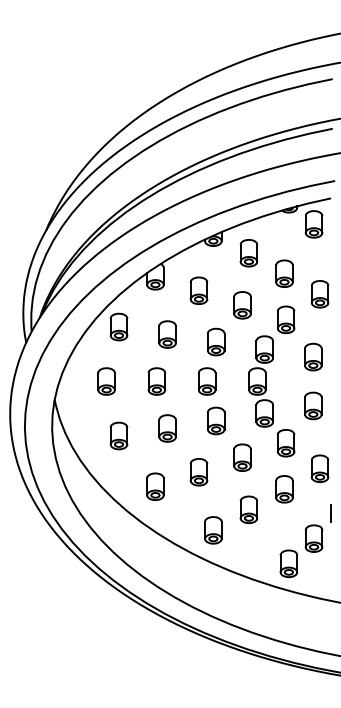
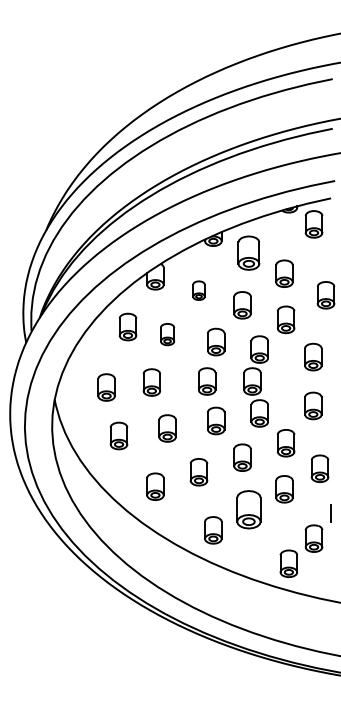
part at (248, 253) size: 20x29 px -> 24x36 px
part at (198, 290) size: 20x29 px -> 14x21 px
part at (319, 294) position: (319, 294) -> (325, 295)
part at (118, 326) position: (118, 326) -> (127, 326)
part at (167, 334) size: 19x29 px -> 16x24 px
part at (106, 381) position: (106, 381) -> (106, 387)
part at (156, 381) position: (156, 381) -> (151, 382)
part at (260, 381) position: (260, 381) -> (255, 381)
part at (248, 509) size: 20x30 px -> 26x40 px
